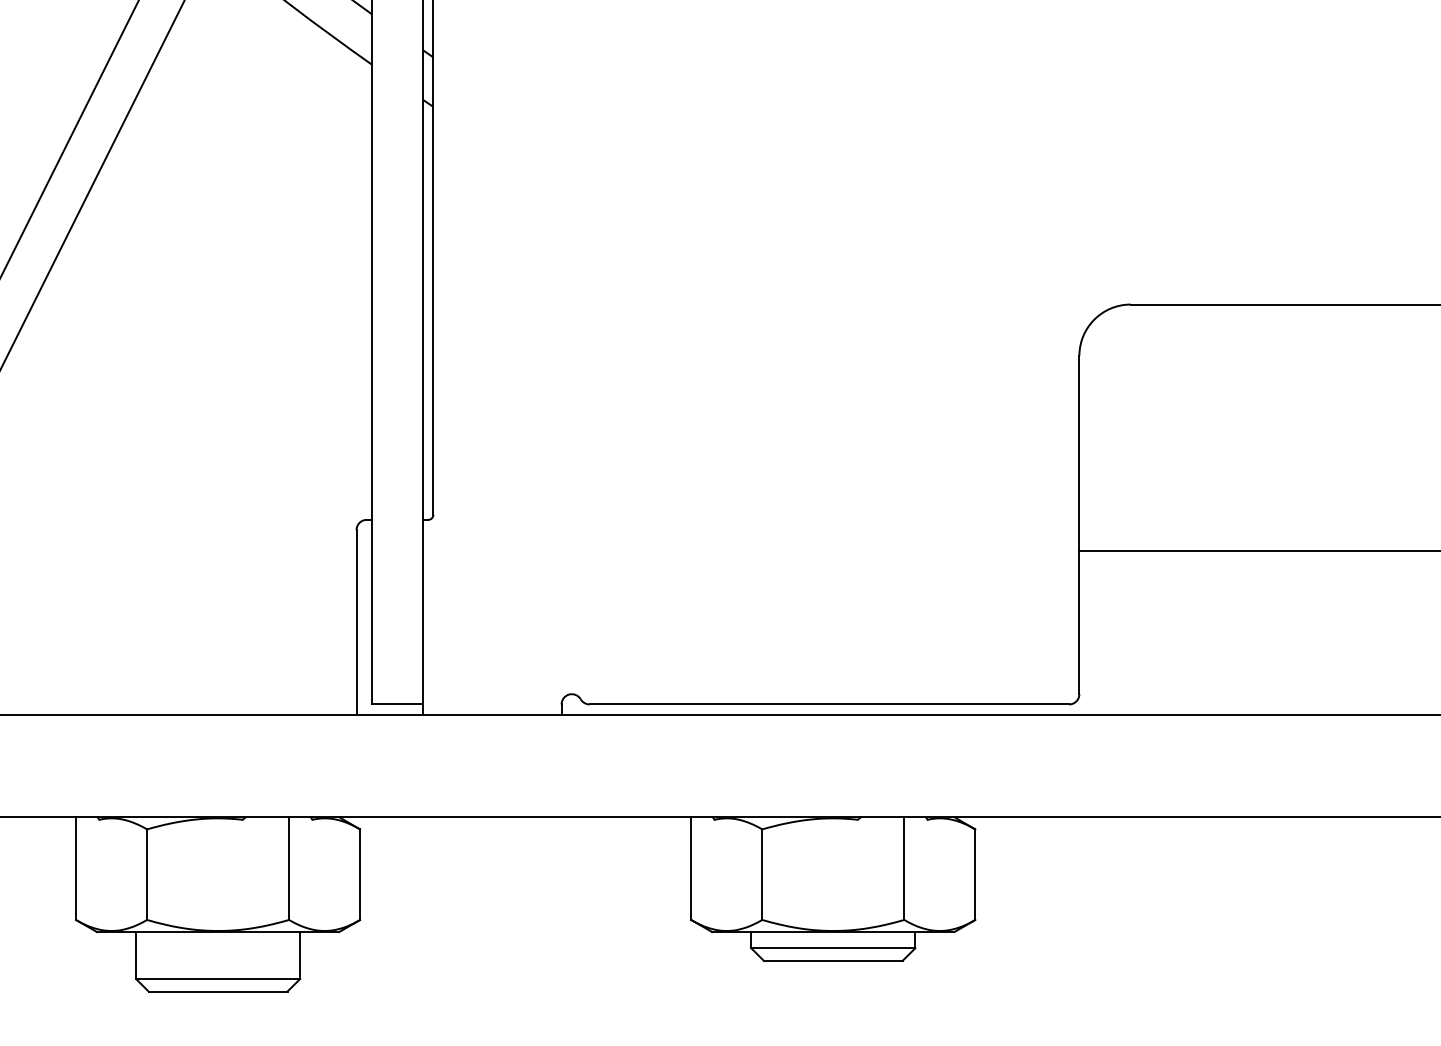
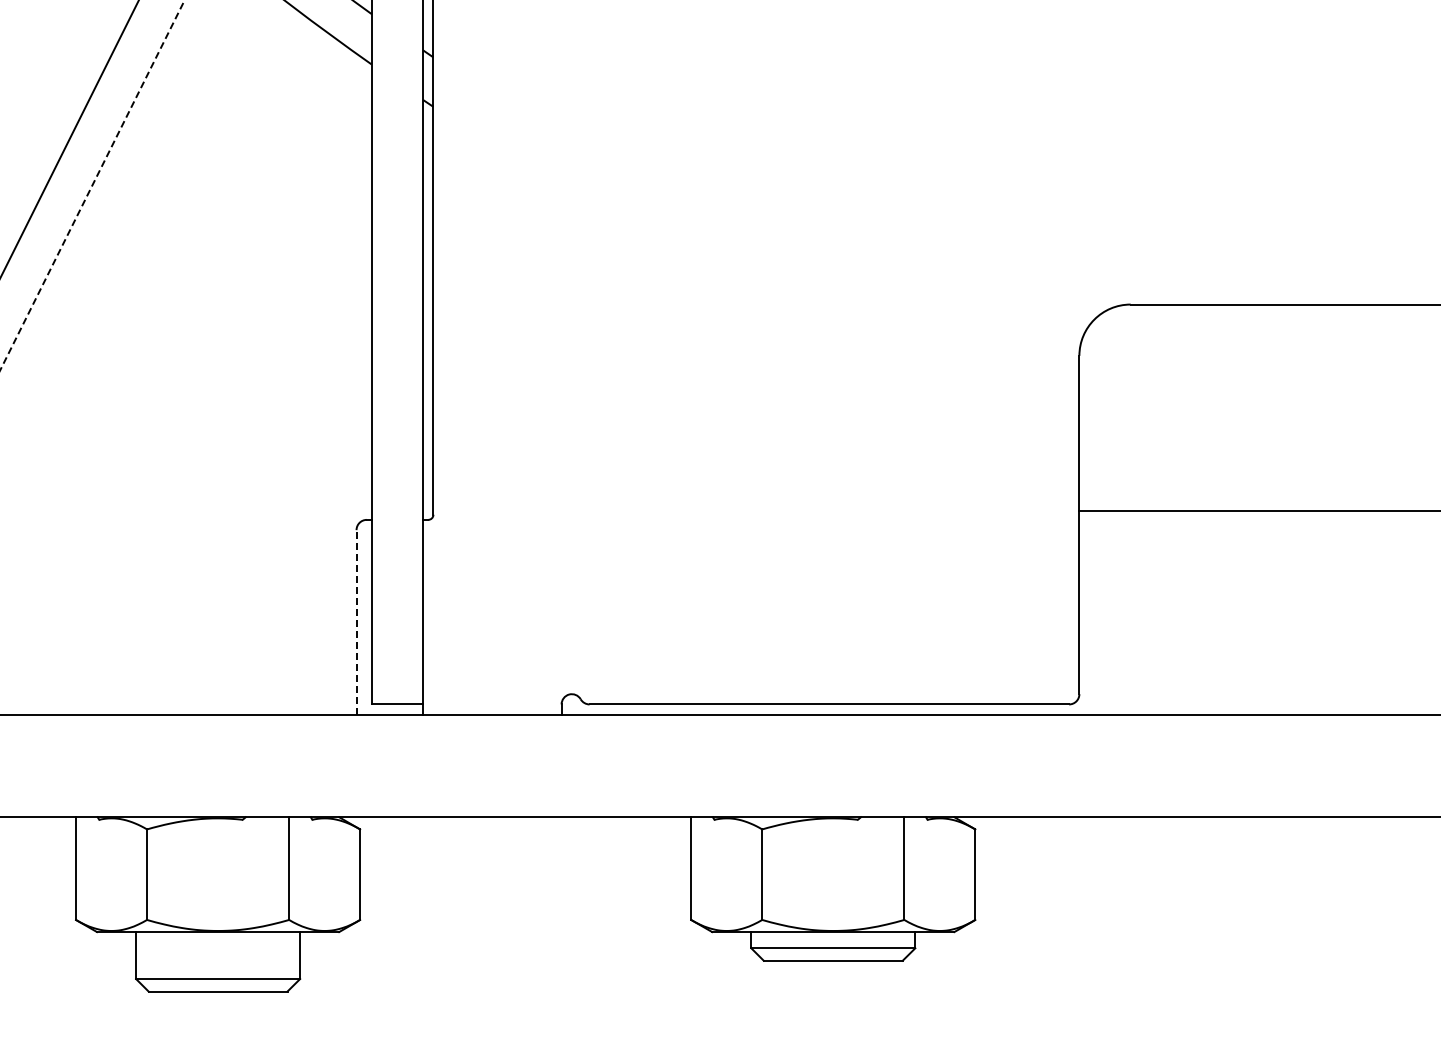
line at (92, 185): solid -> dashed
line at (1258, 550) position: (1258, 550) -> (1258, 510)
line at (356, 621): solid -> dashed
